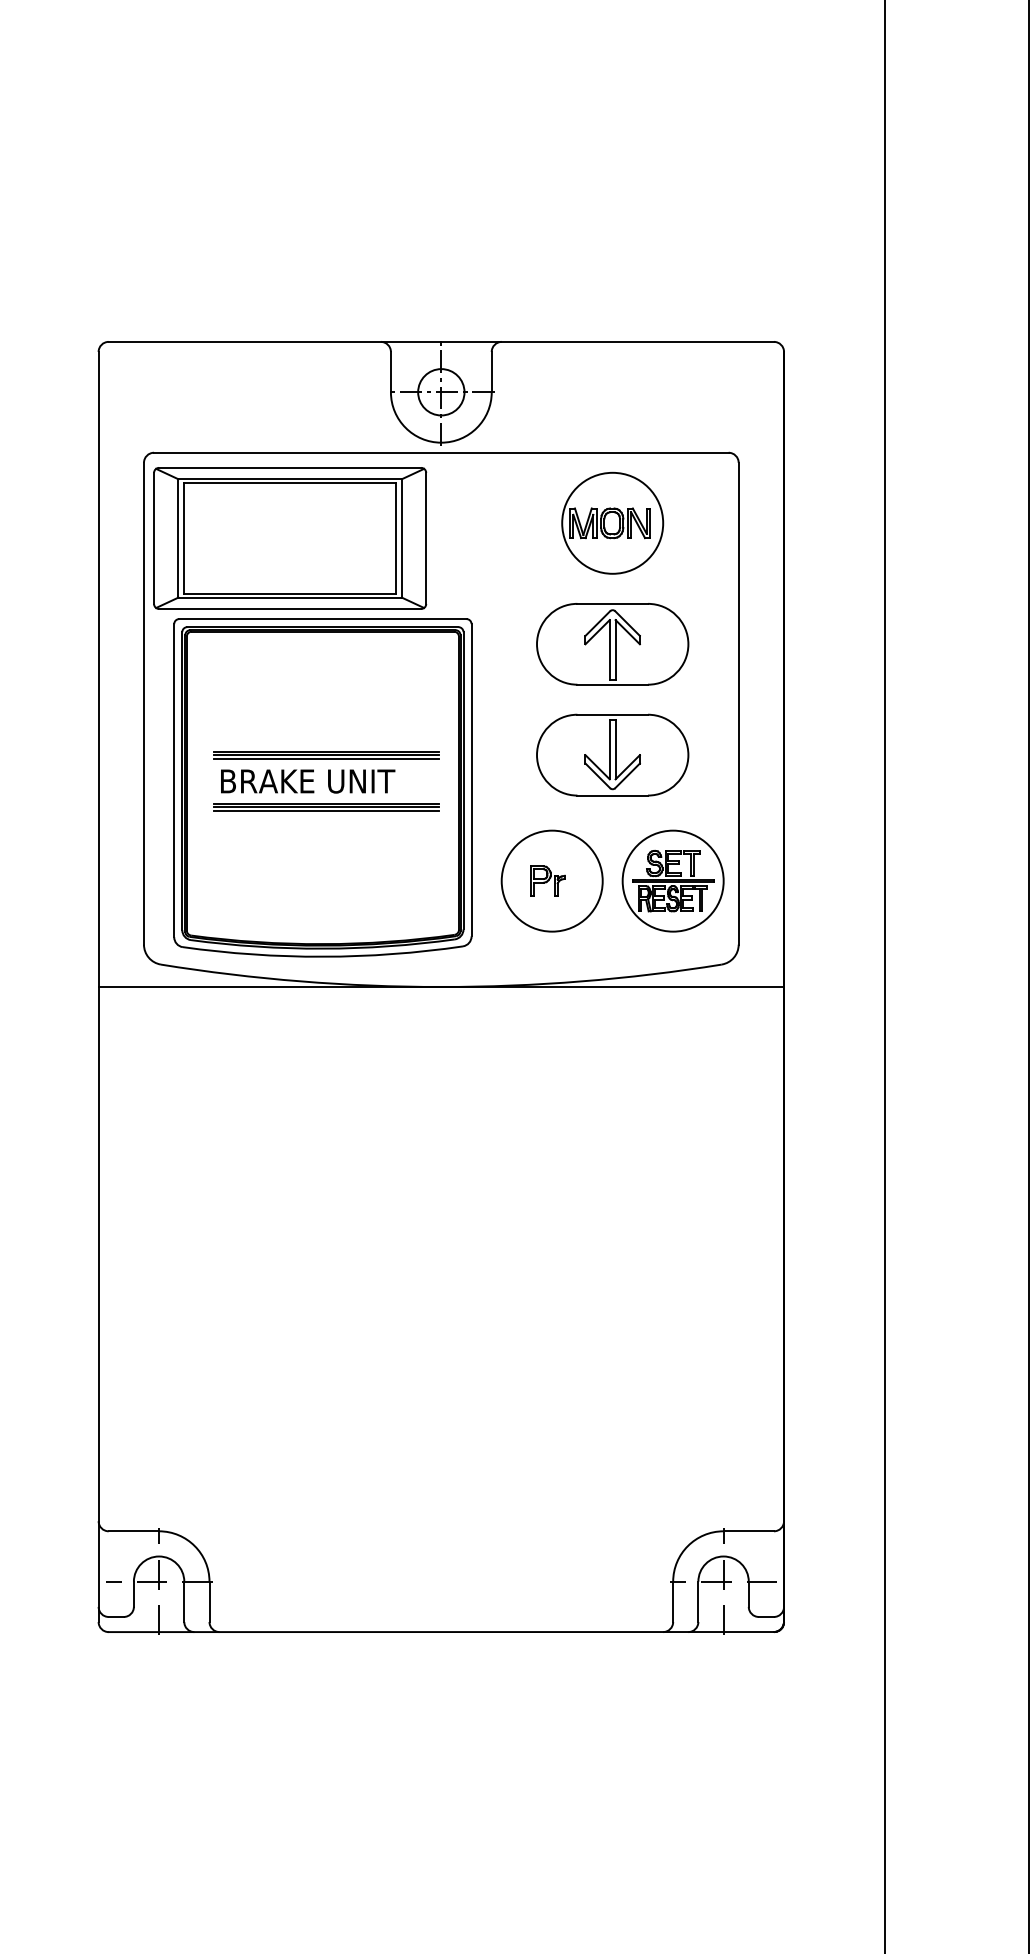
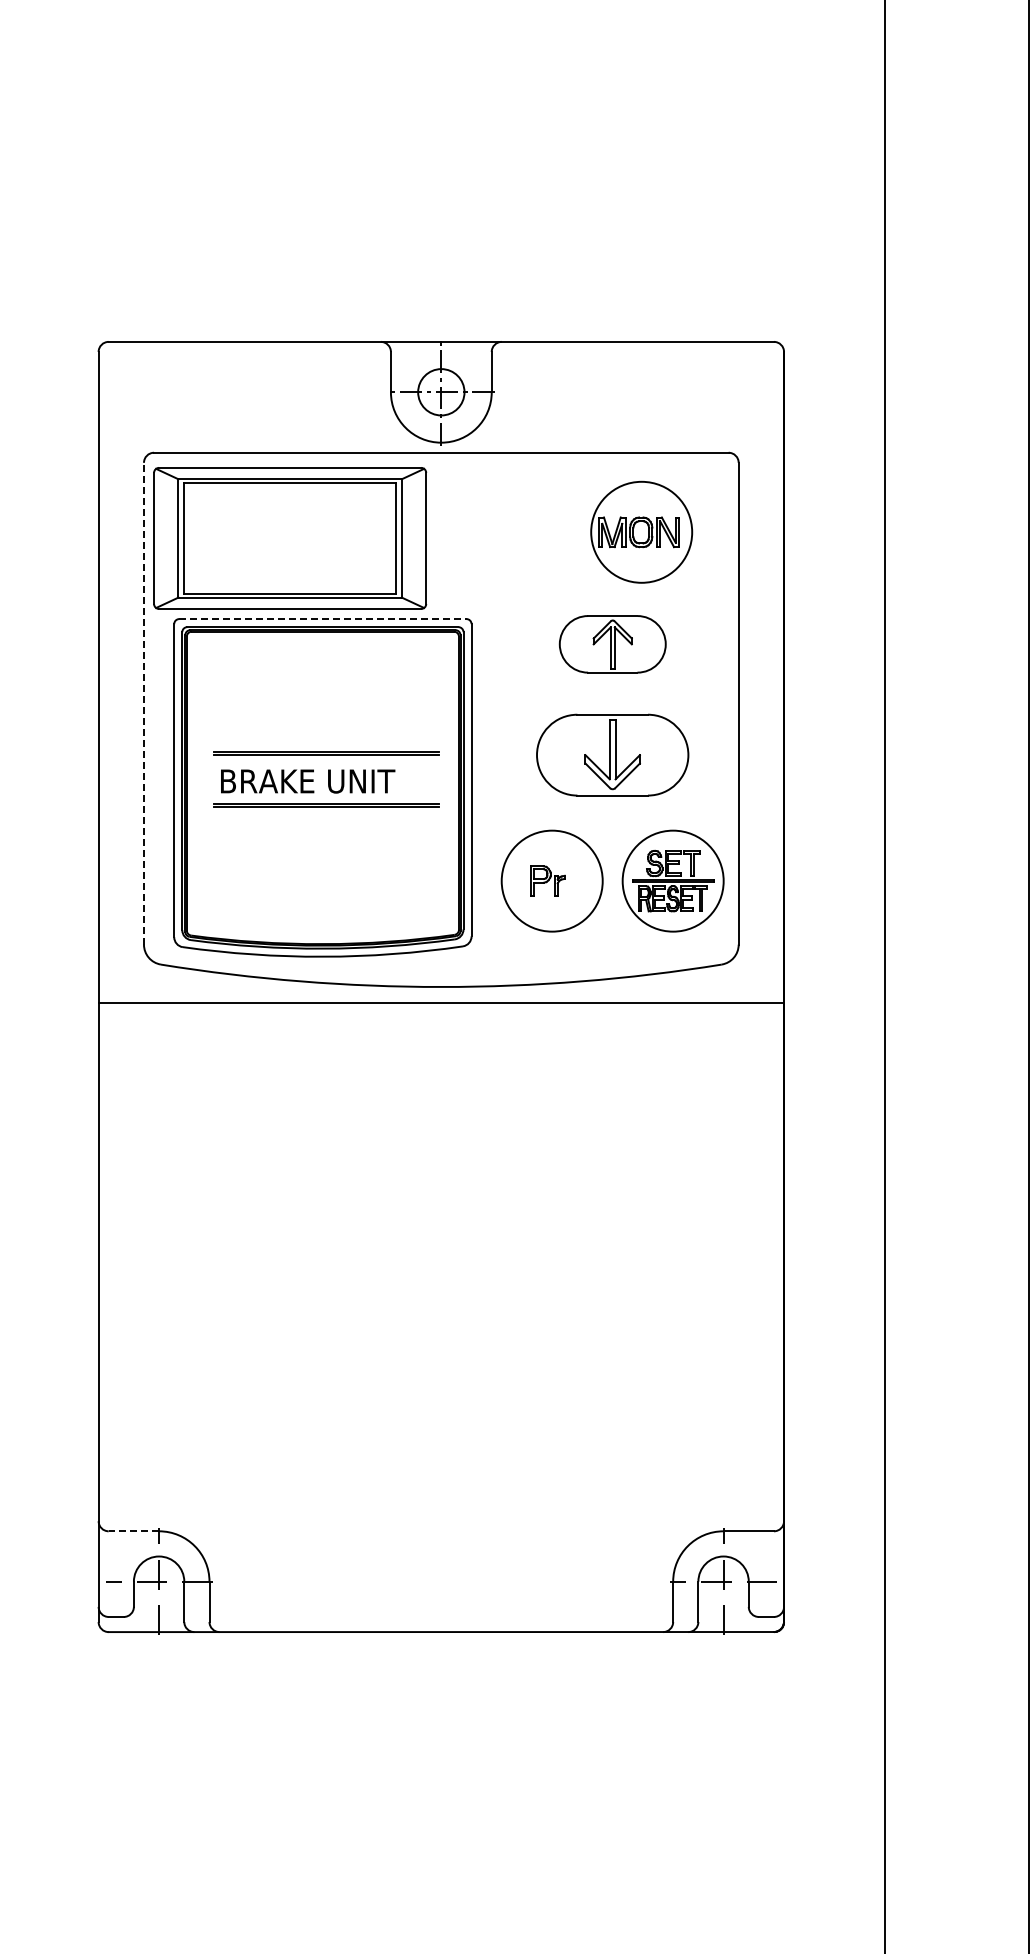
part at (612, 522) position: (612, 522) -> (641, 531)
line at (322, 619): solid -> dashed
part at (612, 644) size: 154x83 px -> 109x59 px
line at (143, 703): solid -> dashed
line at (326, 758): present -> none
line at (326, 810): present -> none
line at (441, 987) position: (441, 987) -> (441, 1003)
line at (133, 1531): solid -> dashed
